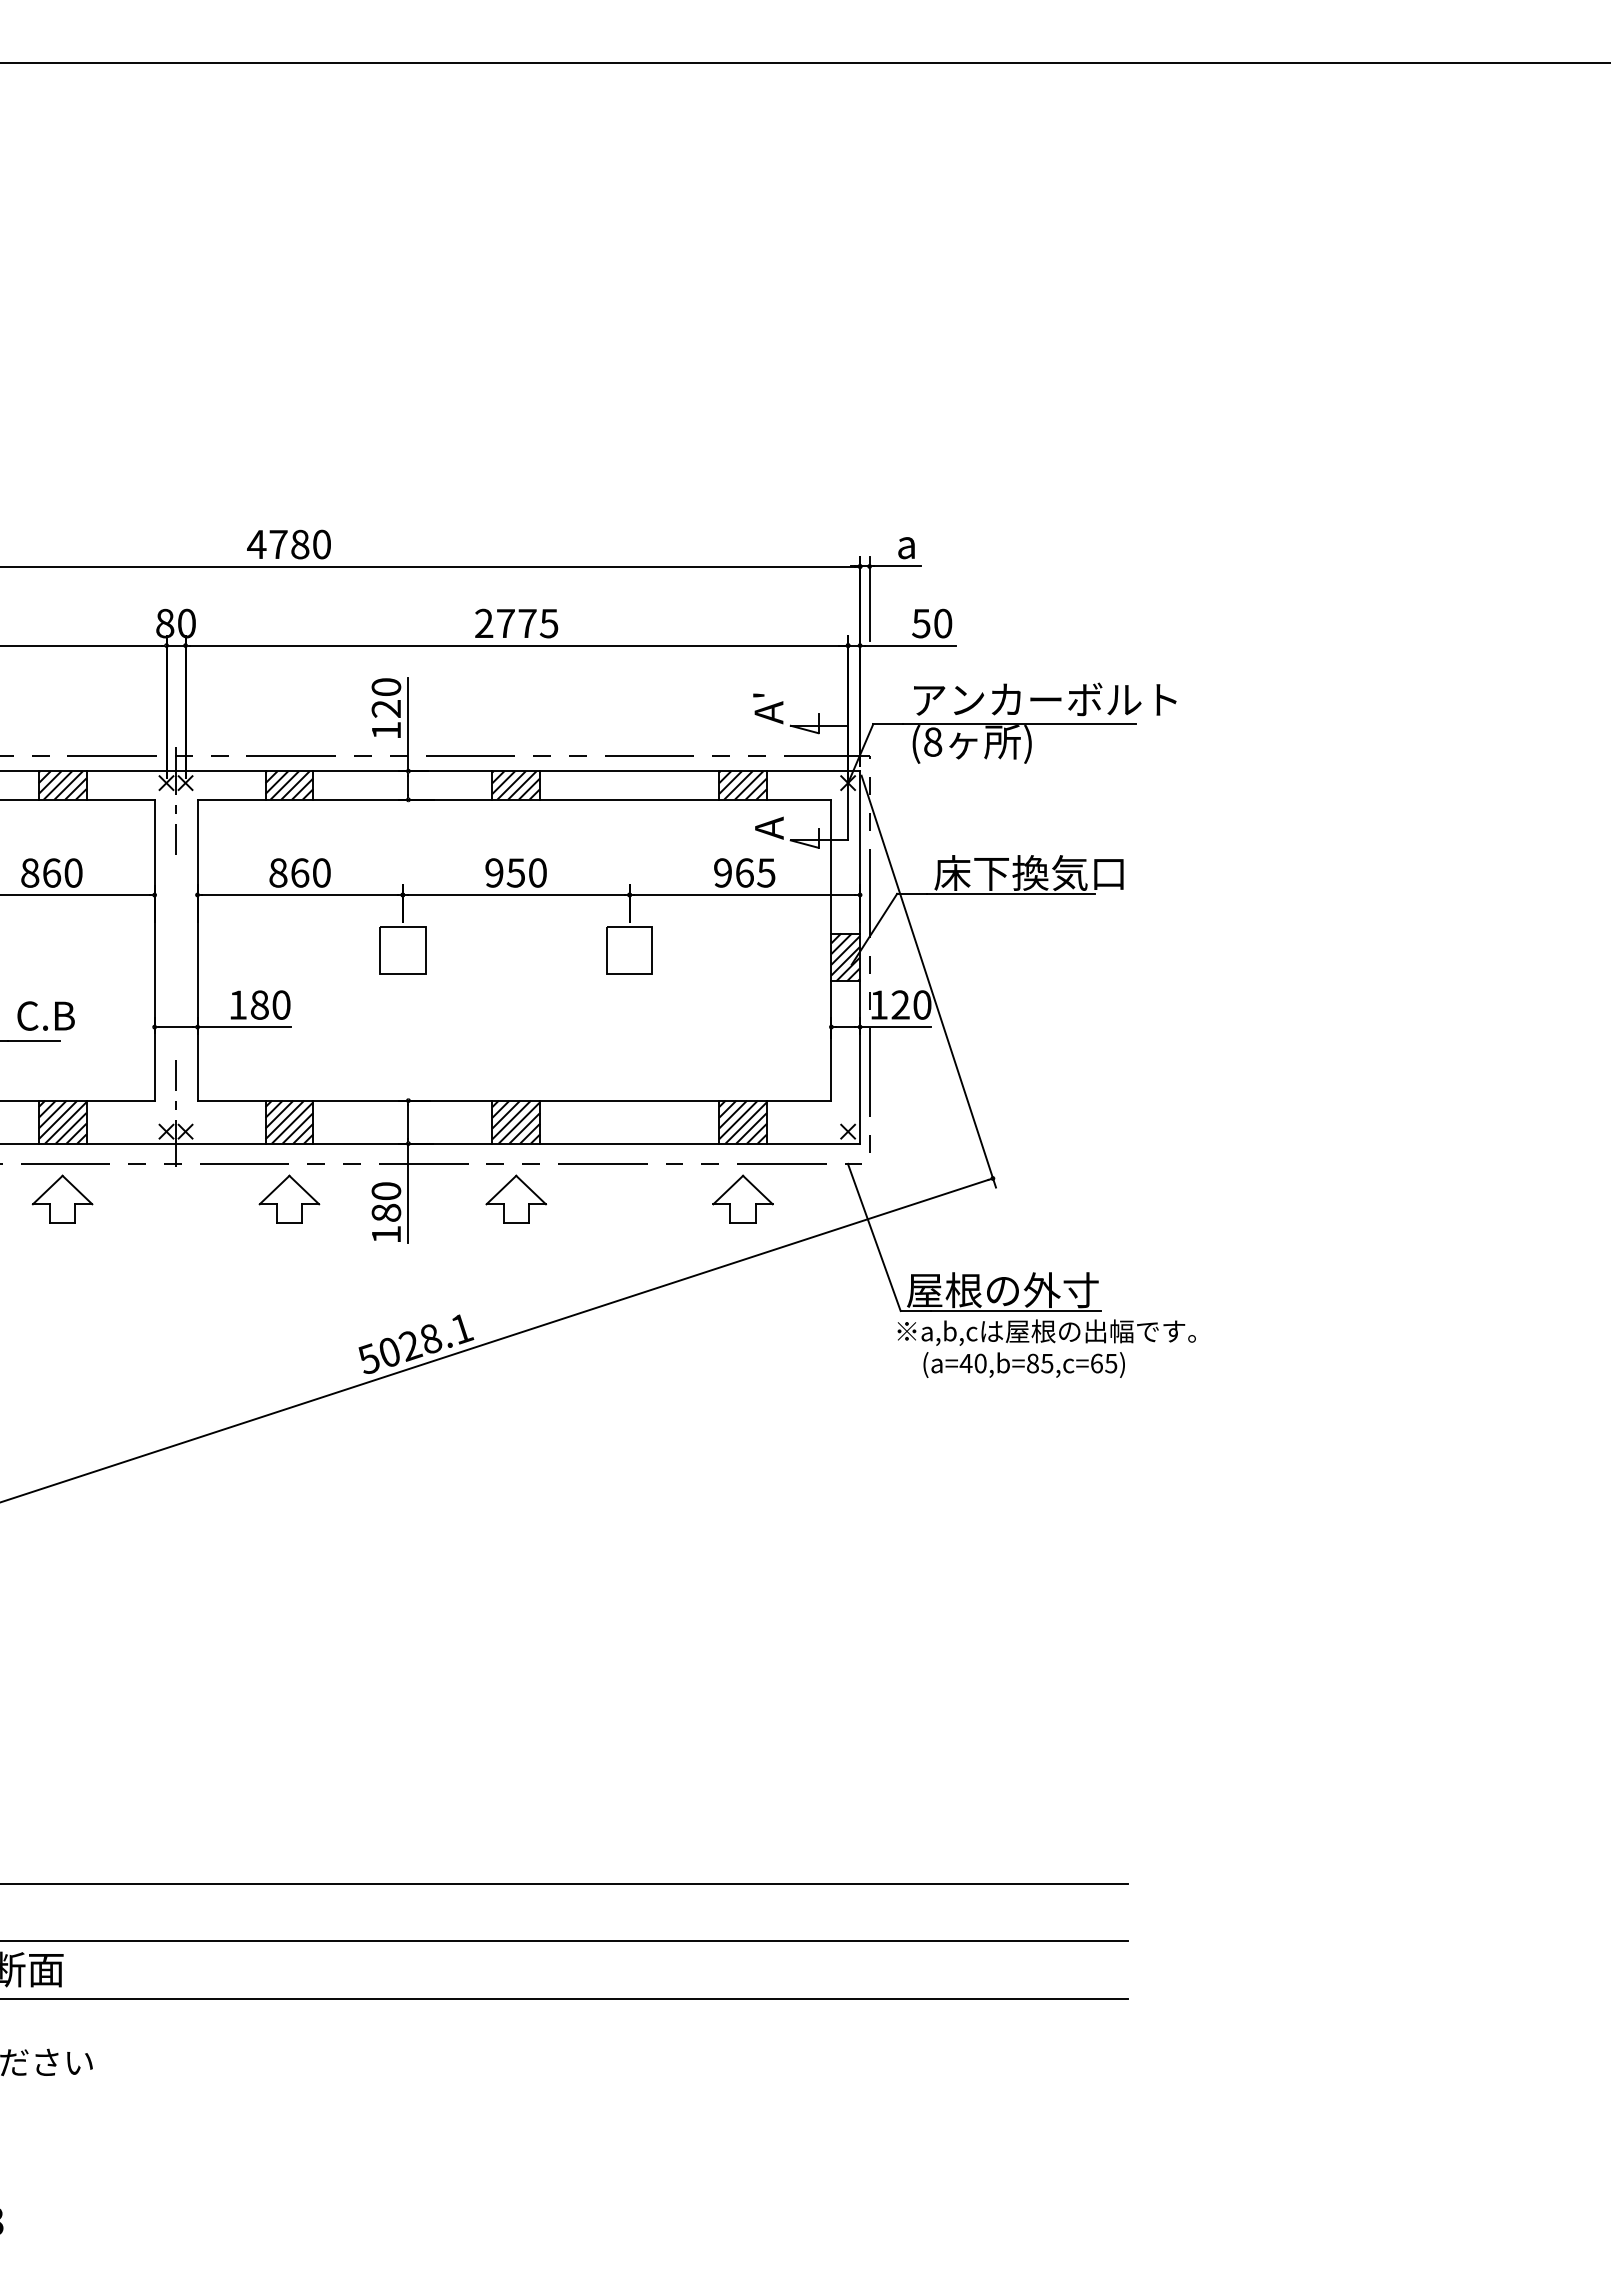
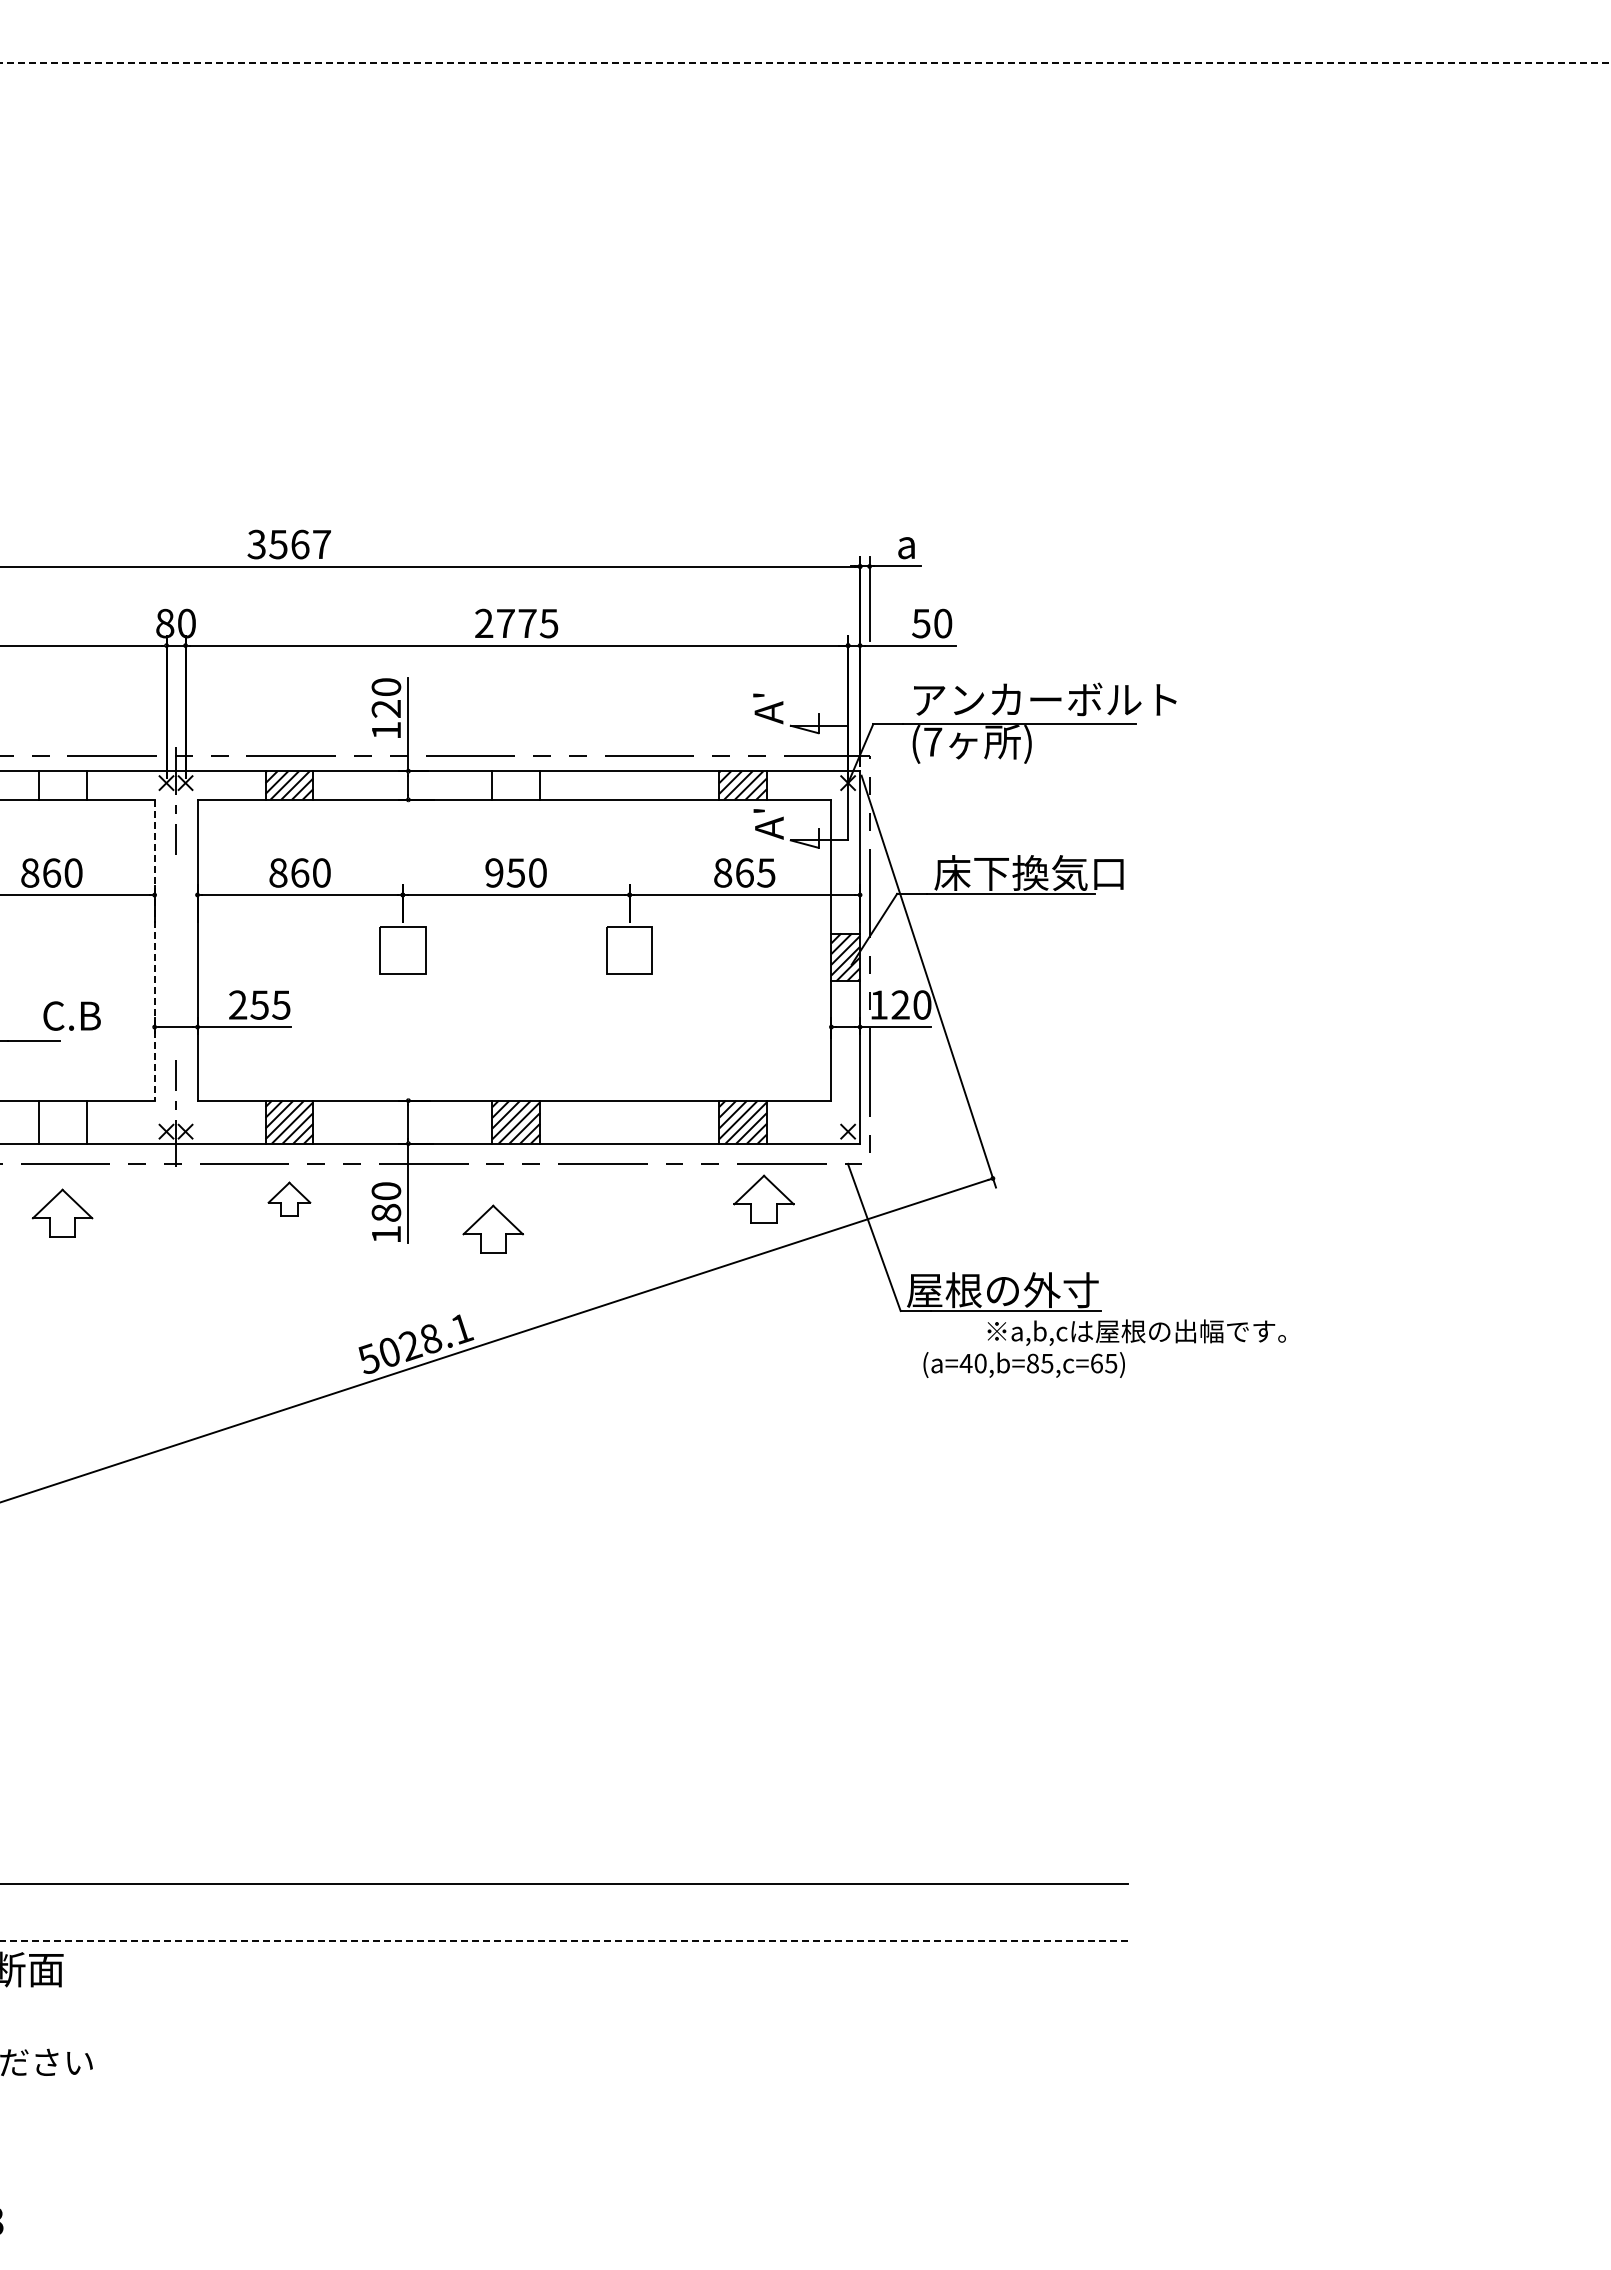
line at (805, 62): solid -> dashed
text at (289, 544): 4780 -> 3567
text at (933, 741): (8 -> (7
hatch at (62, 785): present -> none
hatch at (516, 785): present -> none
text at (758, 810): A -> A'
text at (723, 872): 965 -> 865
line at (154, 950): solid -> dashed
text at (259, 1004): 180 -> 255
text at (45, 1015) position: (45, 1015) -> (71, 1015)
hatch at (62, 1121): present -> none
part at (62, 1198) position: (62, 1198) -> (62, 1212)
part at (289, 1198) size: 63x50 px -> 45x36 px
part at (515, 1198) position: (515, 1198) -> (492, 1228)
part at (742, 1198) position: (742, 1198) -> (763, 1198)
text at (1046, 1332) position: (1046, 1332) -> (1136, 1332)
line at (563, 1941): solid -> dashed
line at (564, 1998): present -> none
